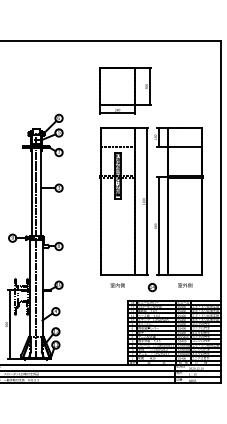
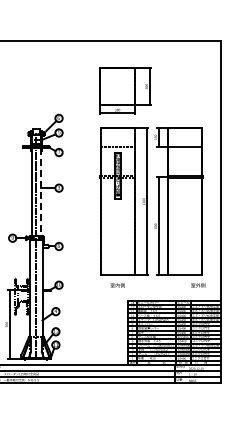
line at (40, 192): solid -> dashed
text at (185, 285) position: (185, 285) -> (198, 285)
part at (151, 287): present -> none
